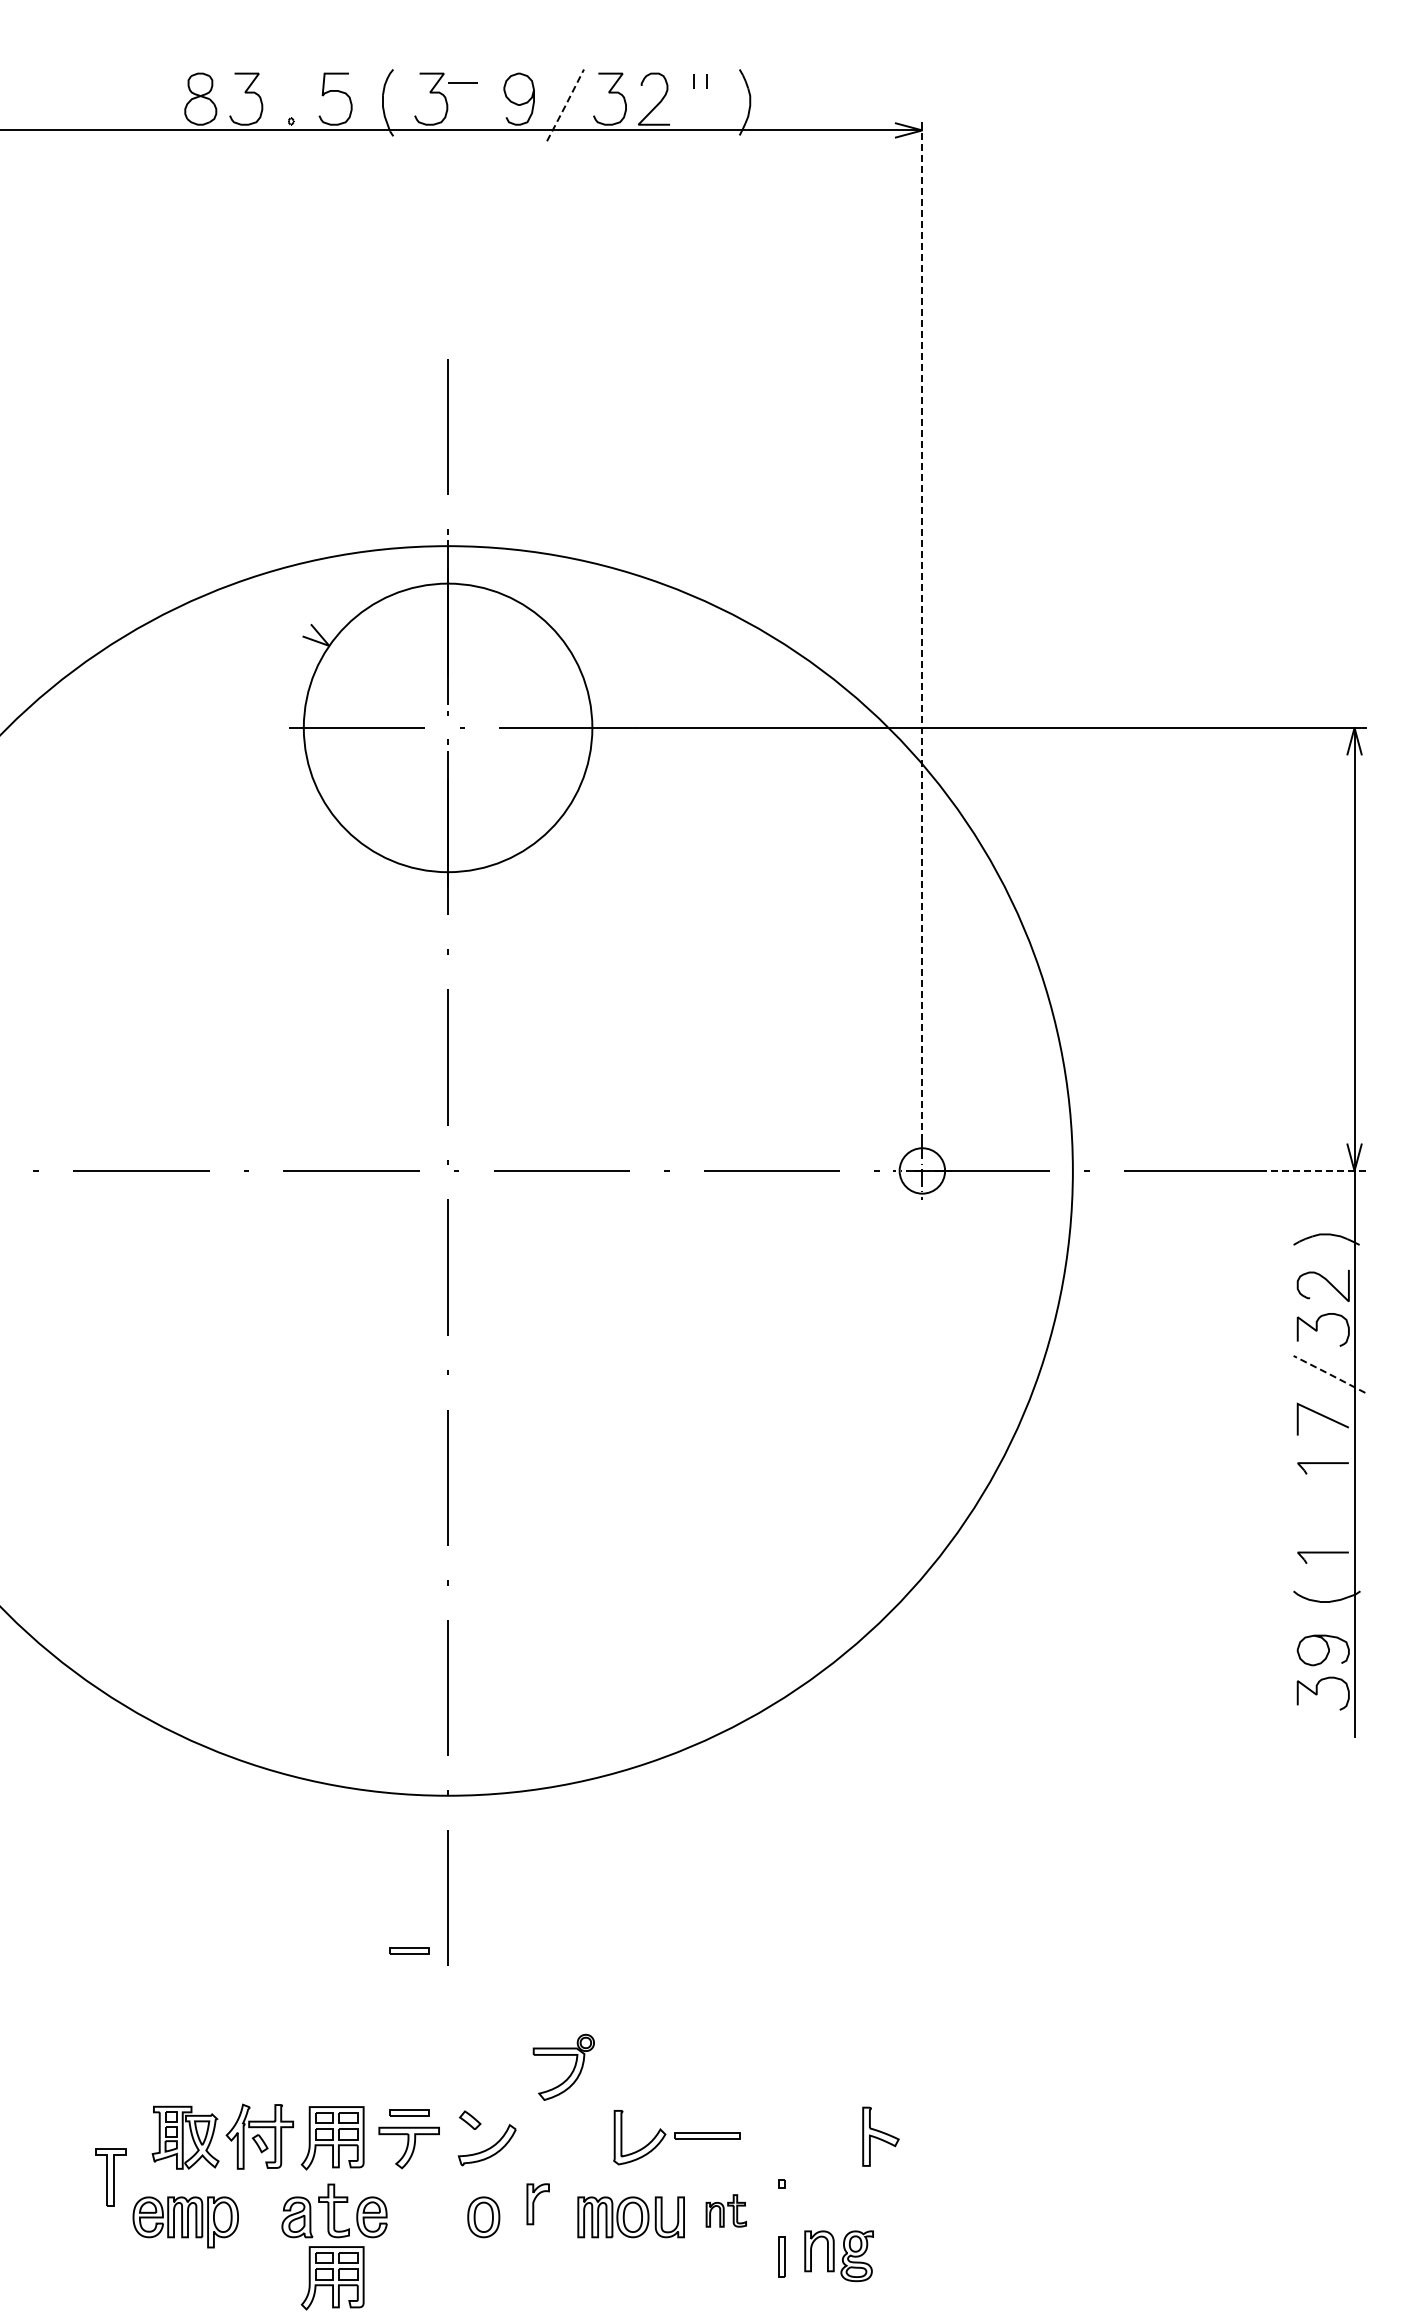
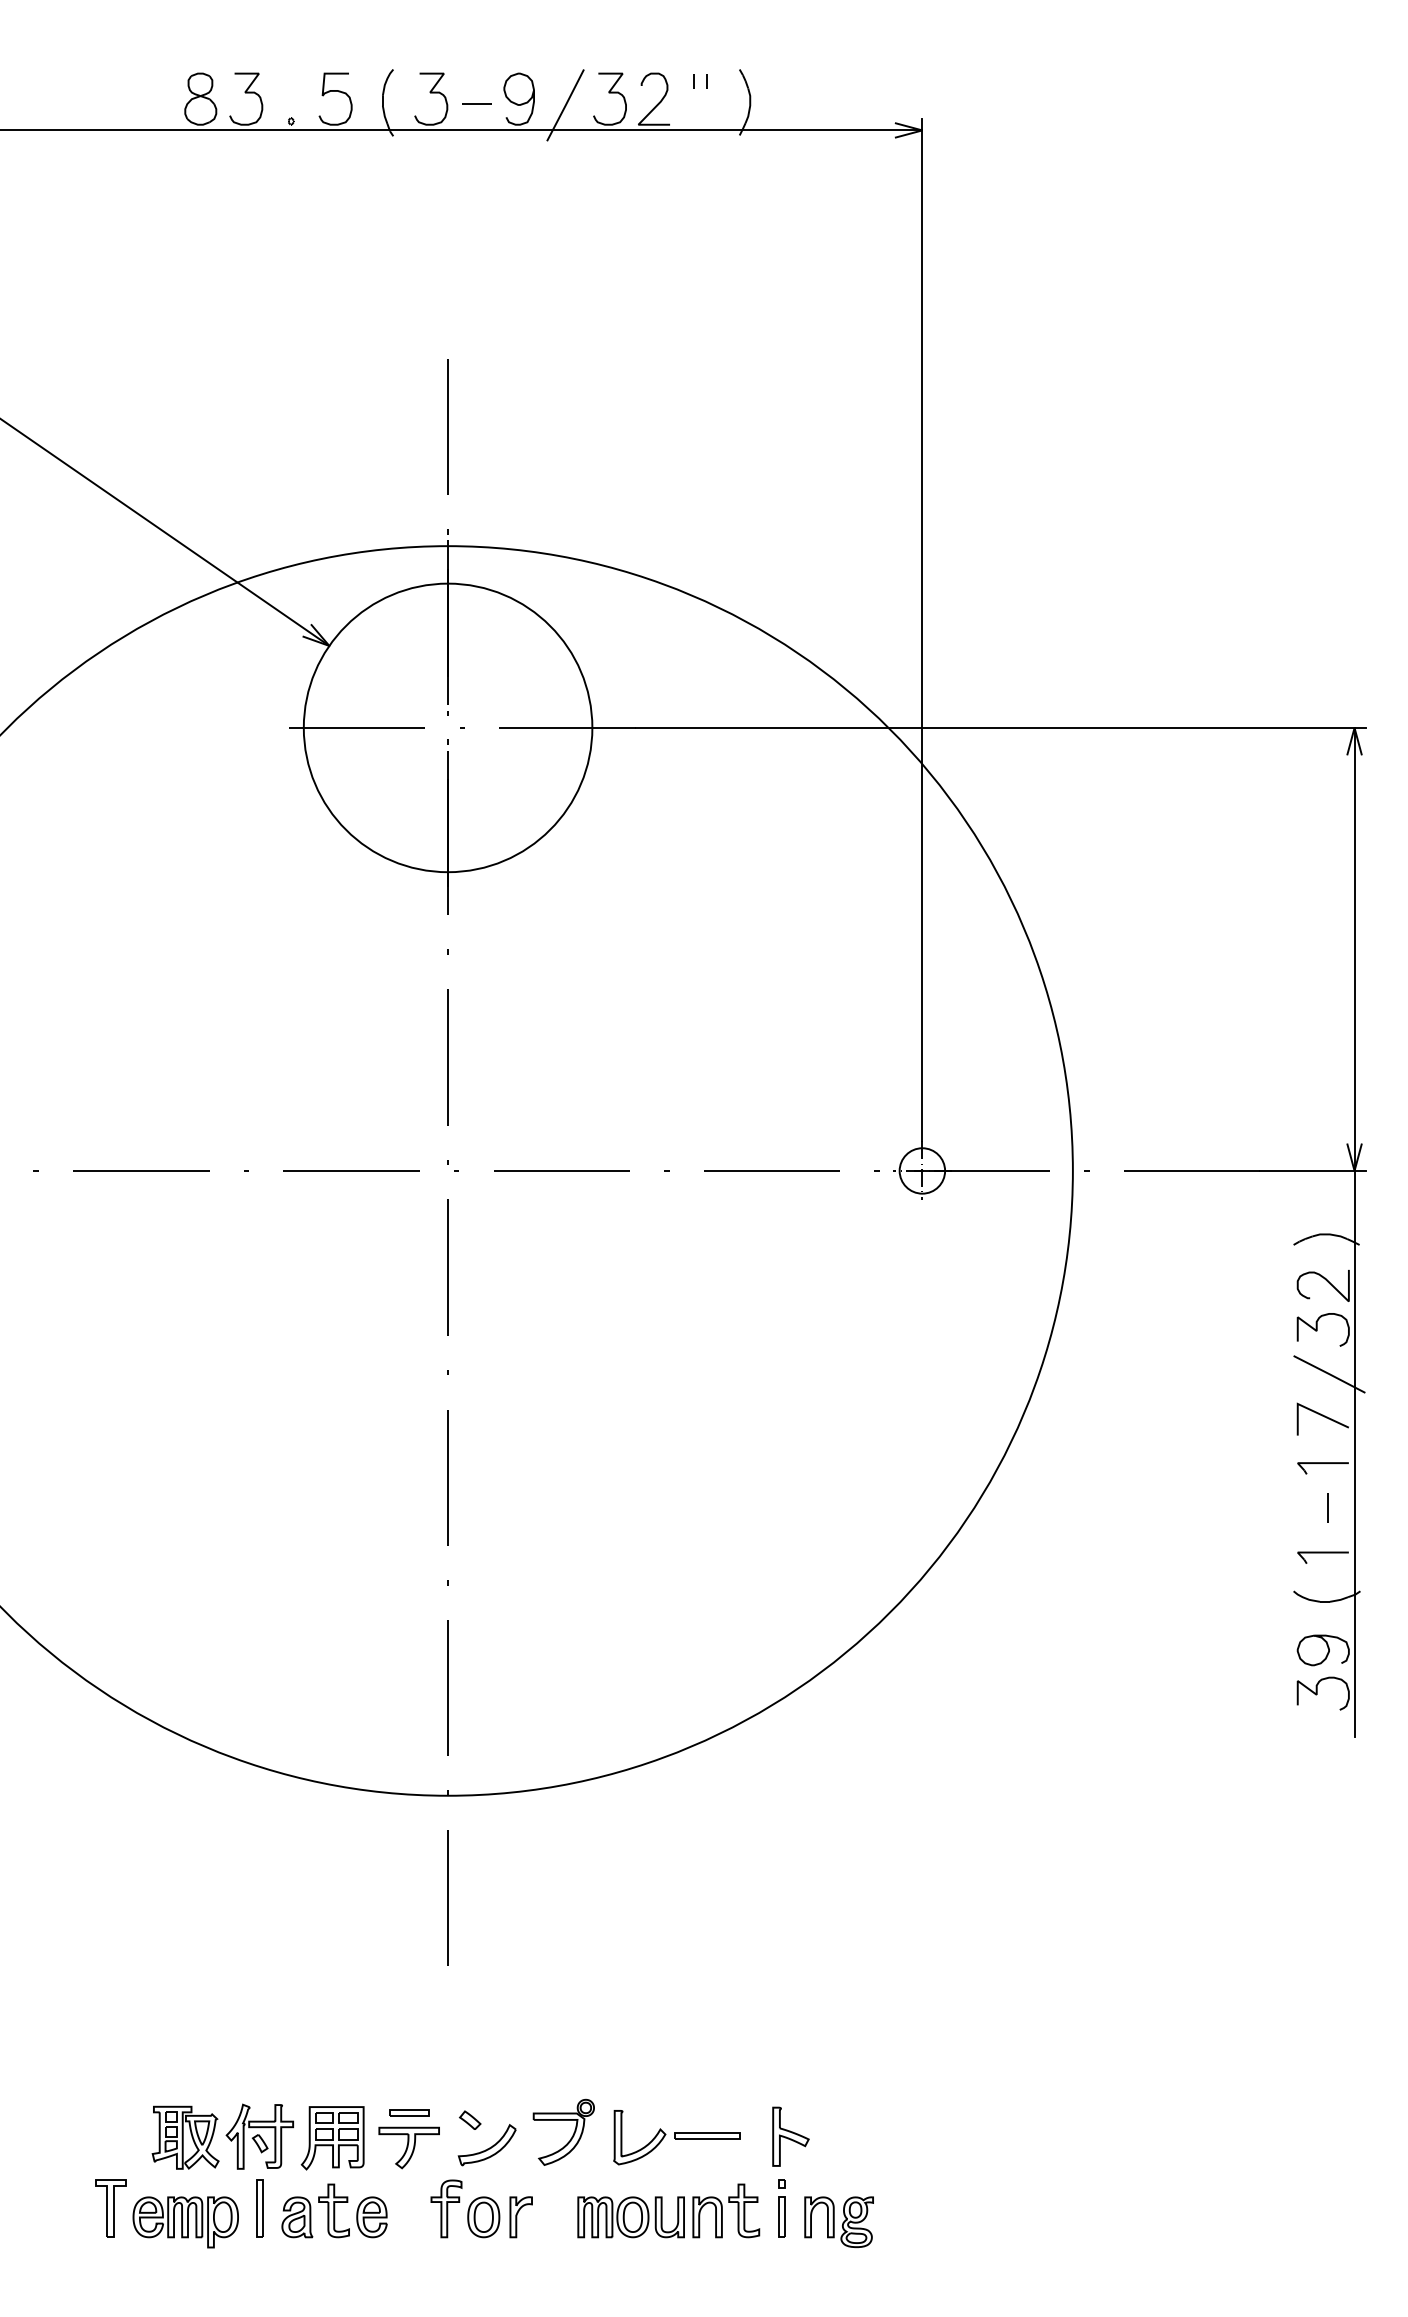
line at (462, 82) position: (462, 82) -> (476, 103)
line at (565, 105): dashed -> solid
line at (165, 532): none -> present
line at (922, 629): dashed -> solid
line at (1313, 1170): dashed -> solid
line at (1329, 1374): dashed -> solid
line at (1327, 1507): none -> present
part at (409, 1950): present -> none
part at (571, 2071) position: (571, 2071) -> (571, 2136)
part at (880, 2136) position: (880, 2136) -> (790, 2136)
part at (110, 2177) position: (110, 2177) -> (110, 2208)
part at (537, 2204) position: (537, 2204) -> (520, 2217)
part at (259, 2208): none -> present
part at (446, 2208): none -> present
part at (725, 2210) size: 42x34 px -> 69x56 px
part at (781, 2256) position: (781, 2256) -> (781, 2216)
part at (838, 2256) position: (838, 2256) -> (838, 2222)
part at (332, 2278): present -> none
